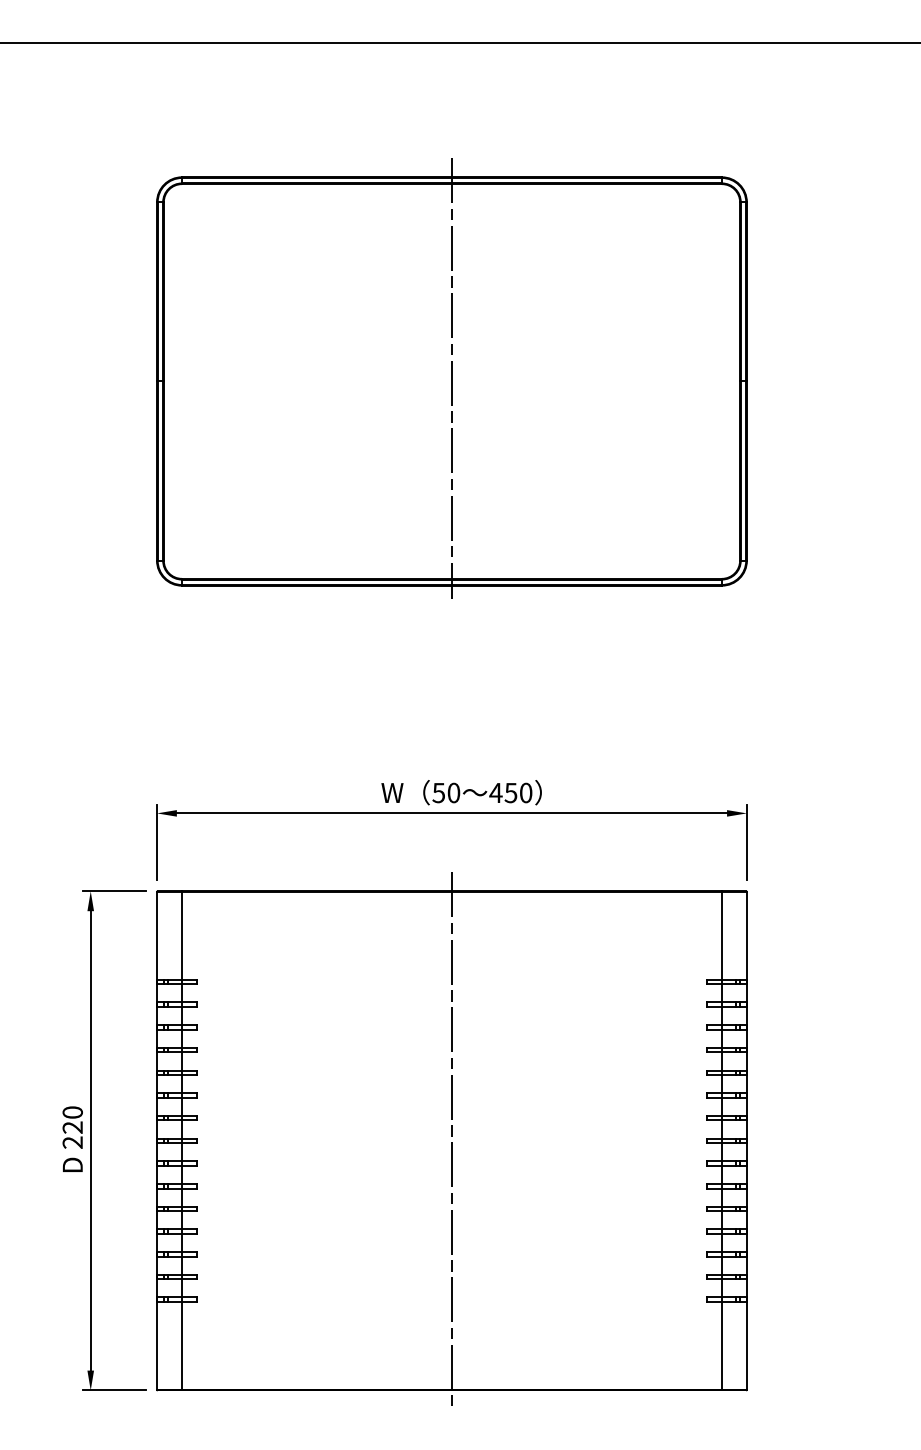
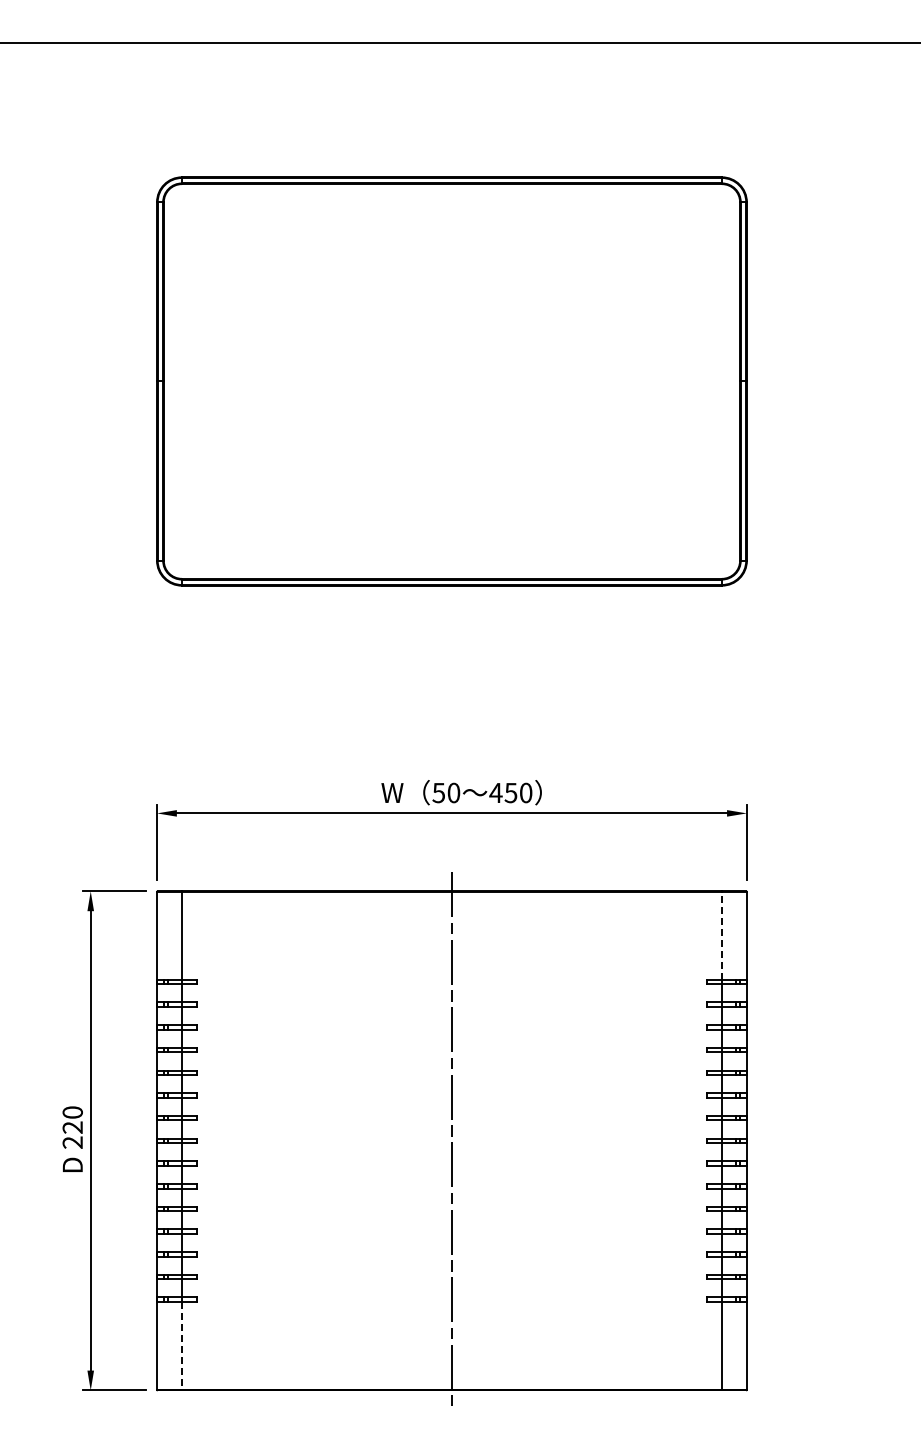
line at (451, 378): present -> none
line at (721, 935): solid -> dashed
line at (181, 1345): solid -> dashed
